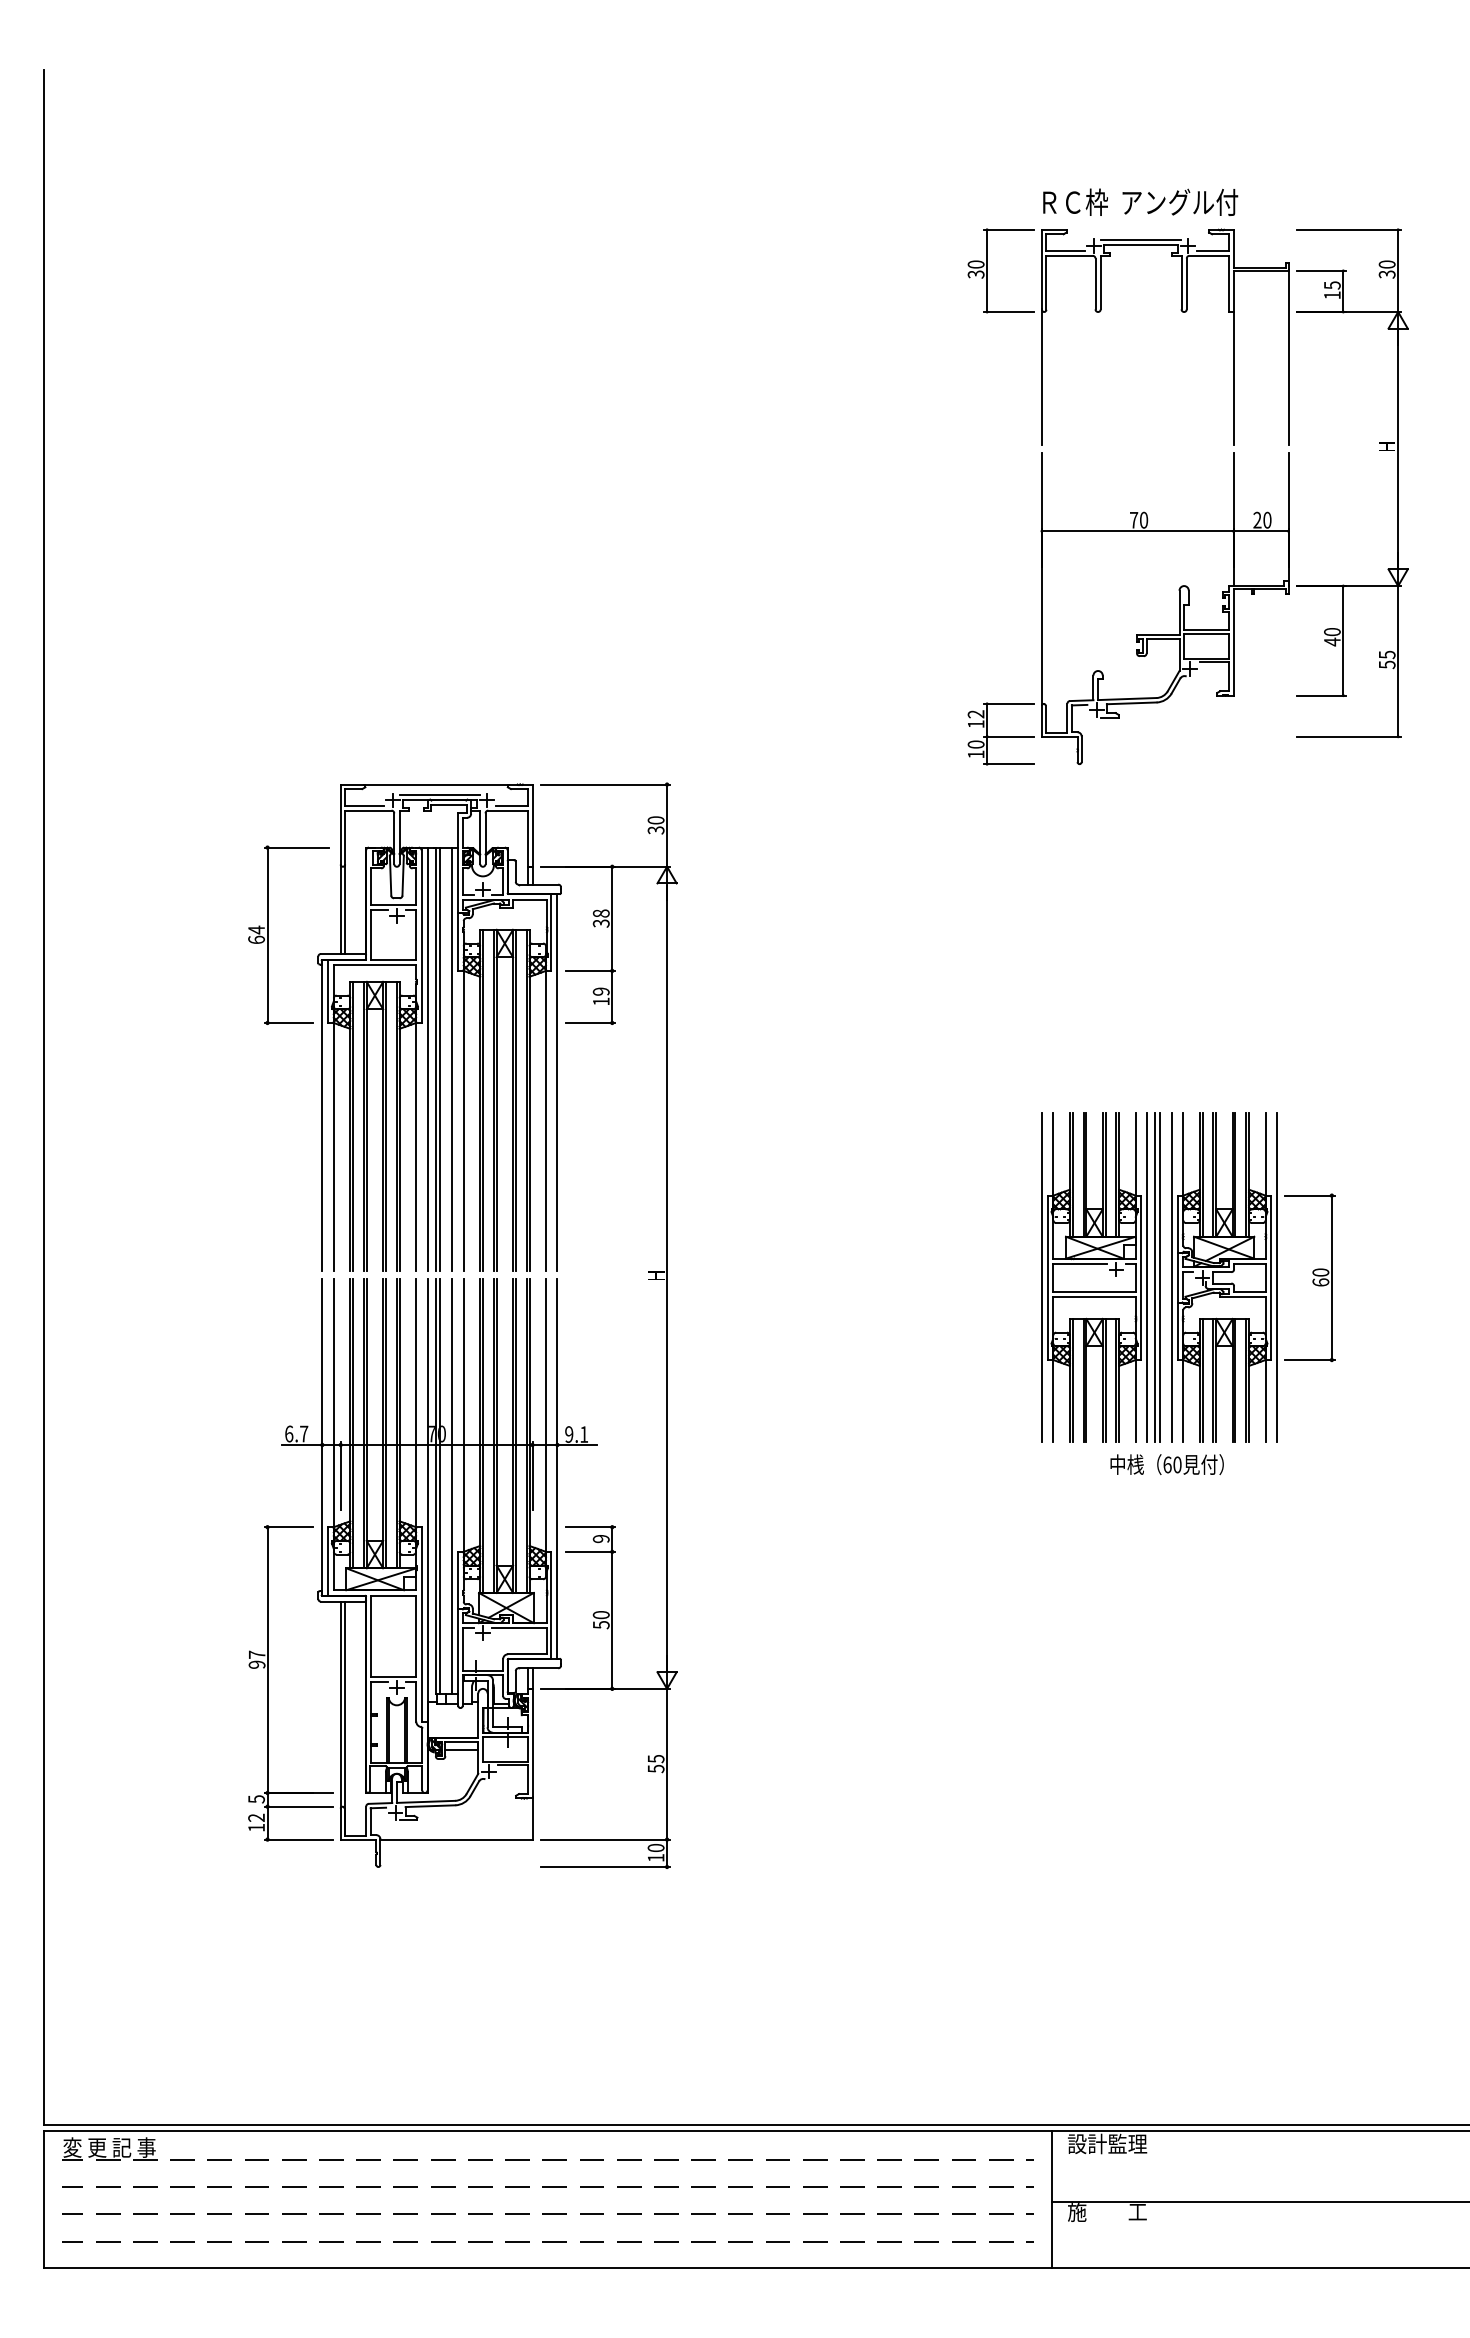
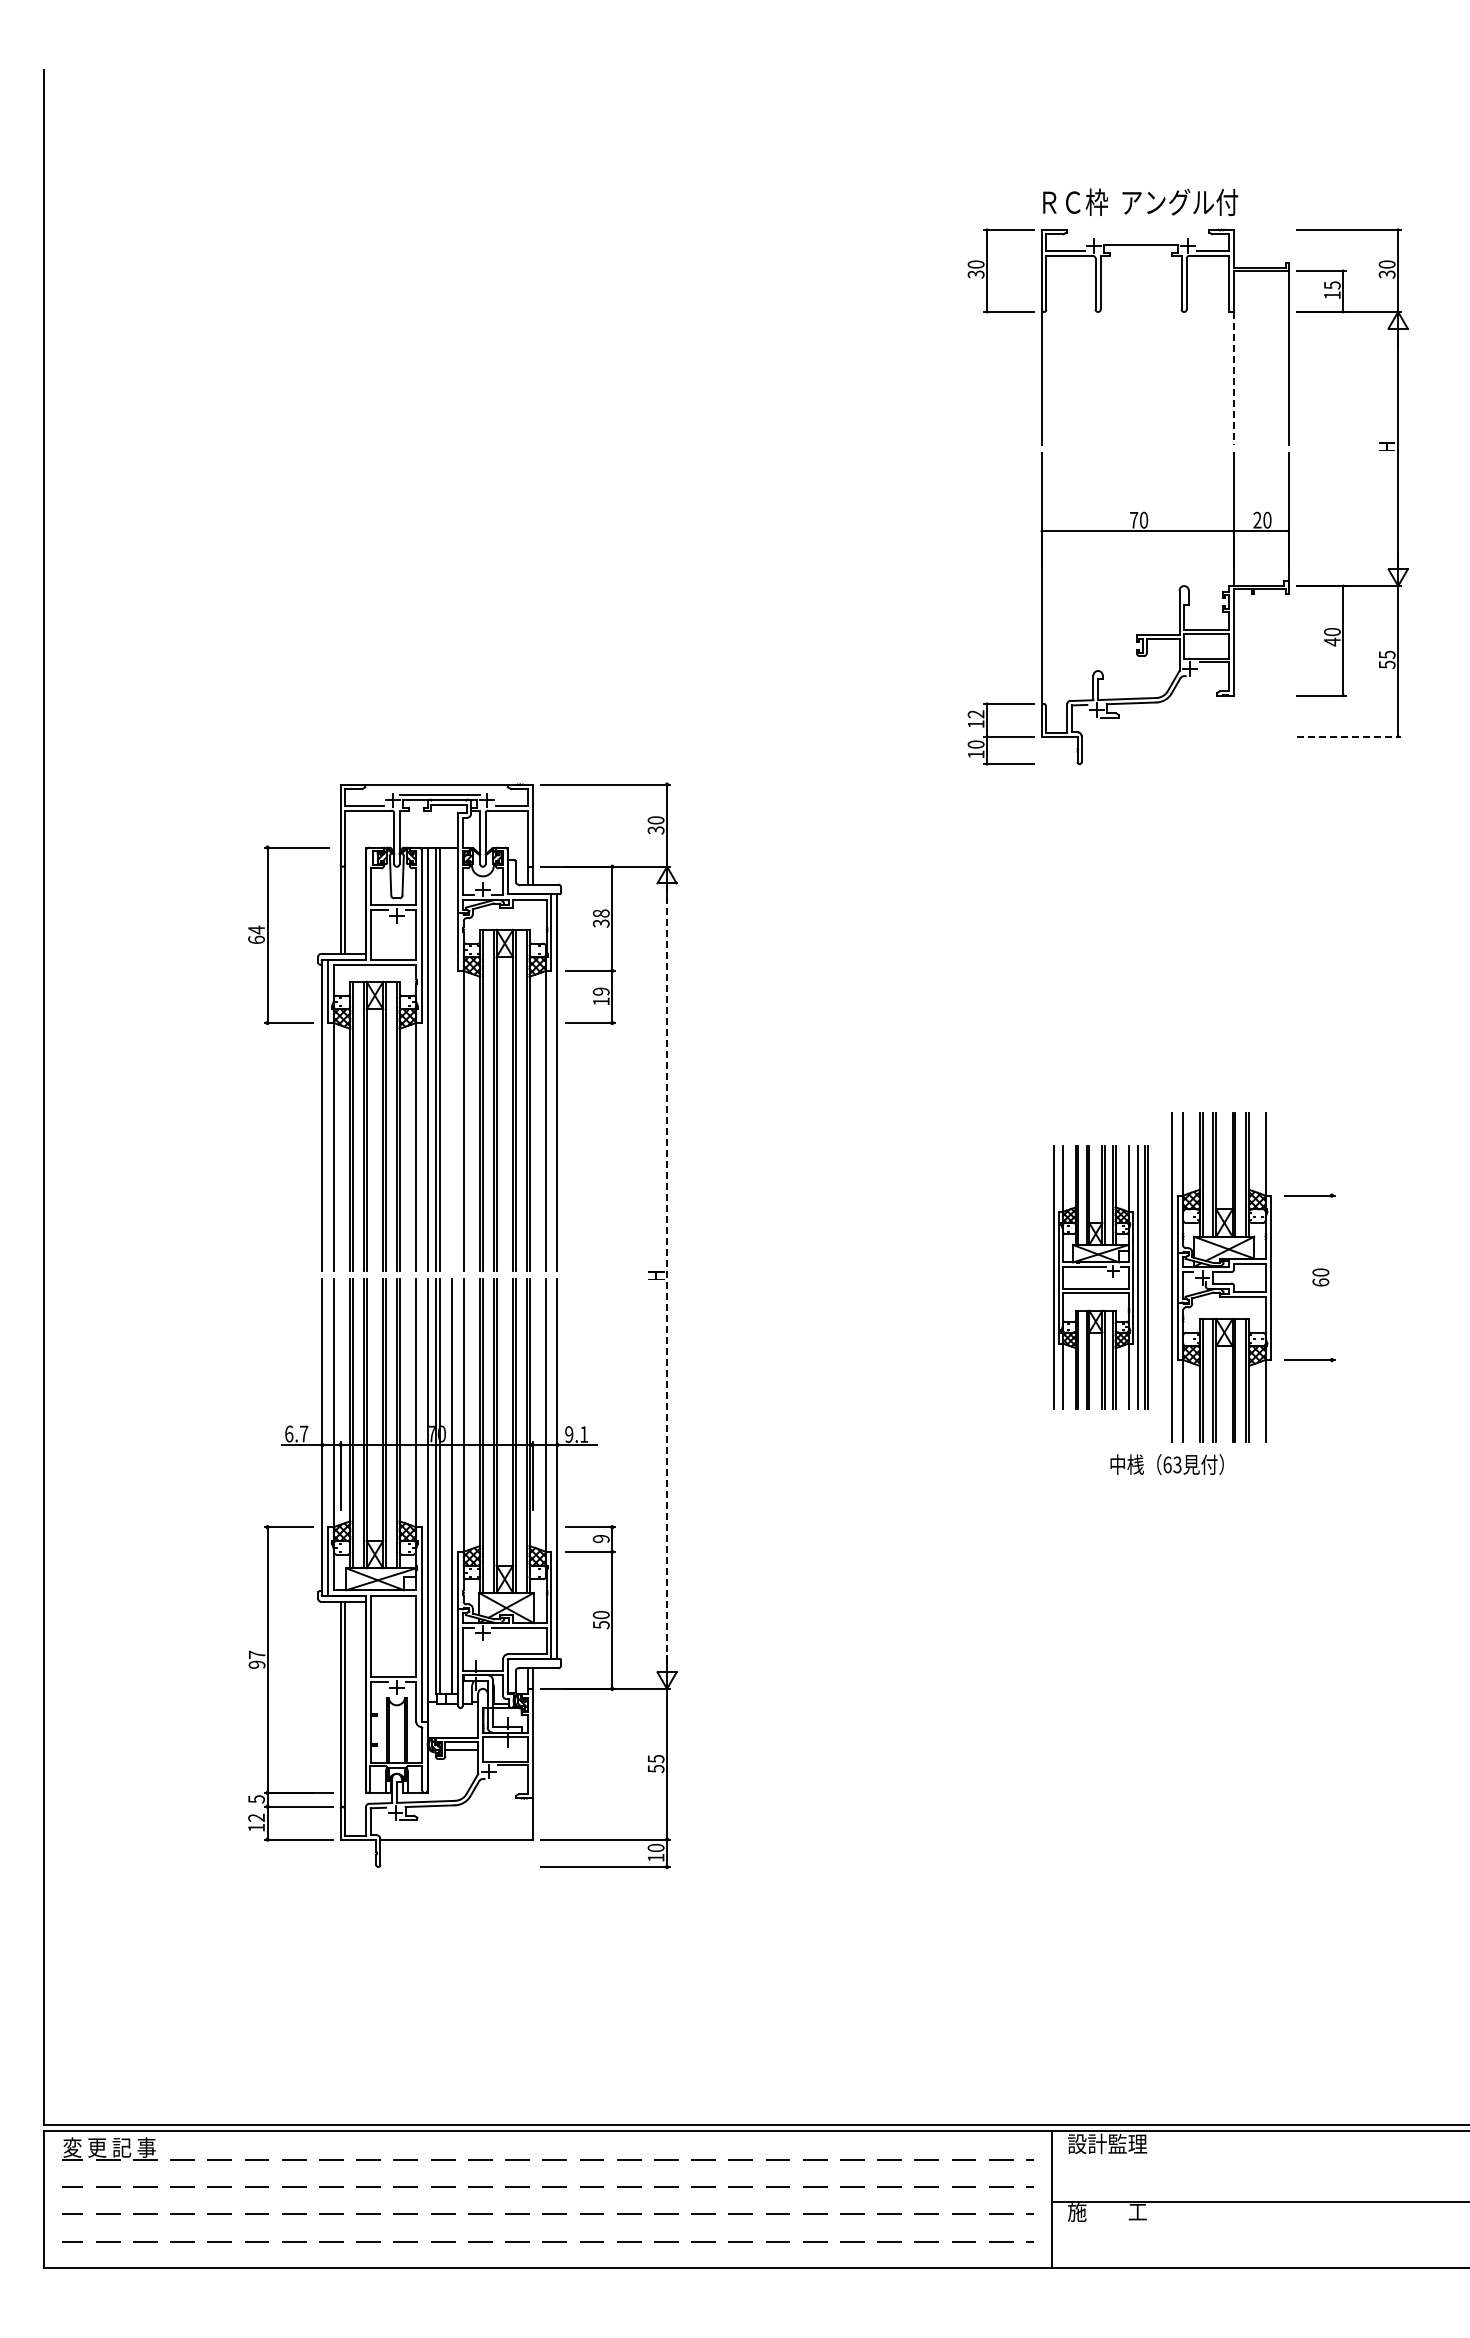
line at (1140, 240): present -> none
line at (1233, 378): solid -> dashed
line at (1349, 736): solid -> dashed
line at (452, 1058): present -> none
line at (667, 1277): solid -> dashed
part at (1100, 1277) size: 120x331 px -> 96x265 px
line at (1277, 1277): present -> none
line at (1331, 1277): present -> none
text at (1177, 1464): 60 -> 63
